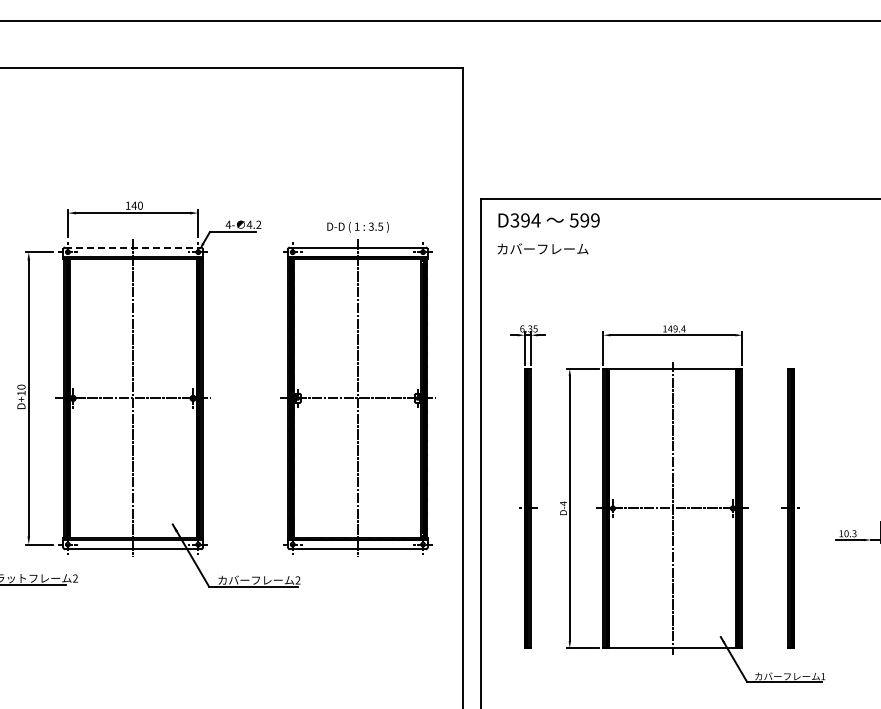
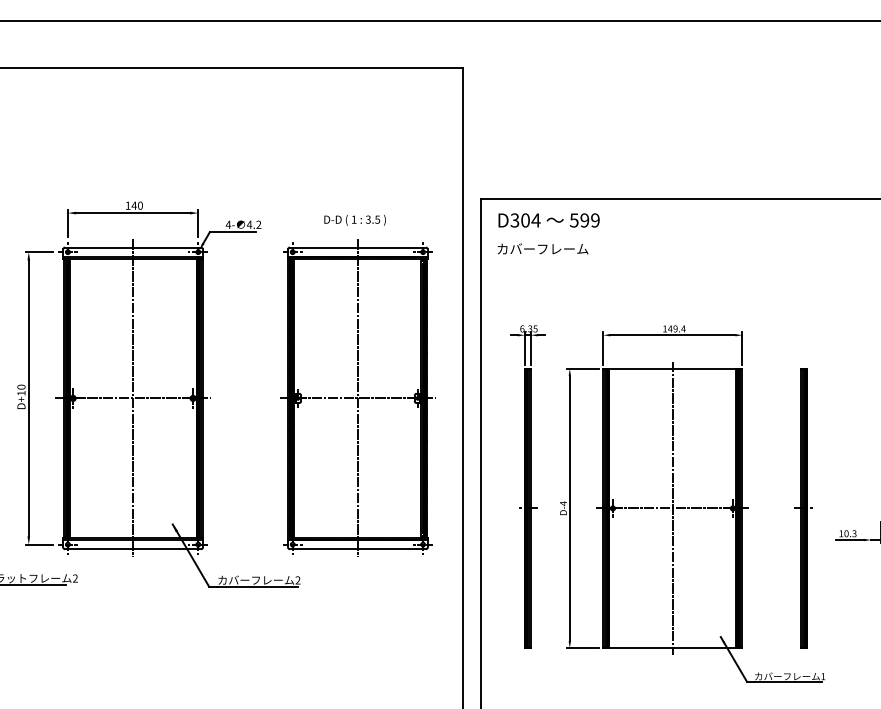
text at (525, 220): D394 -> D304
text at (357, 227) position: (357, 227) -> (354, 220)
line at (133, 247): dashed -> solid
part at (790, 508) position: (790, 508) -> (803, 508)
